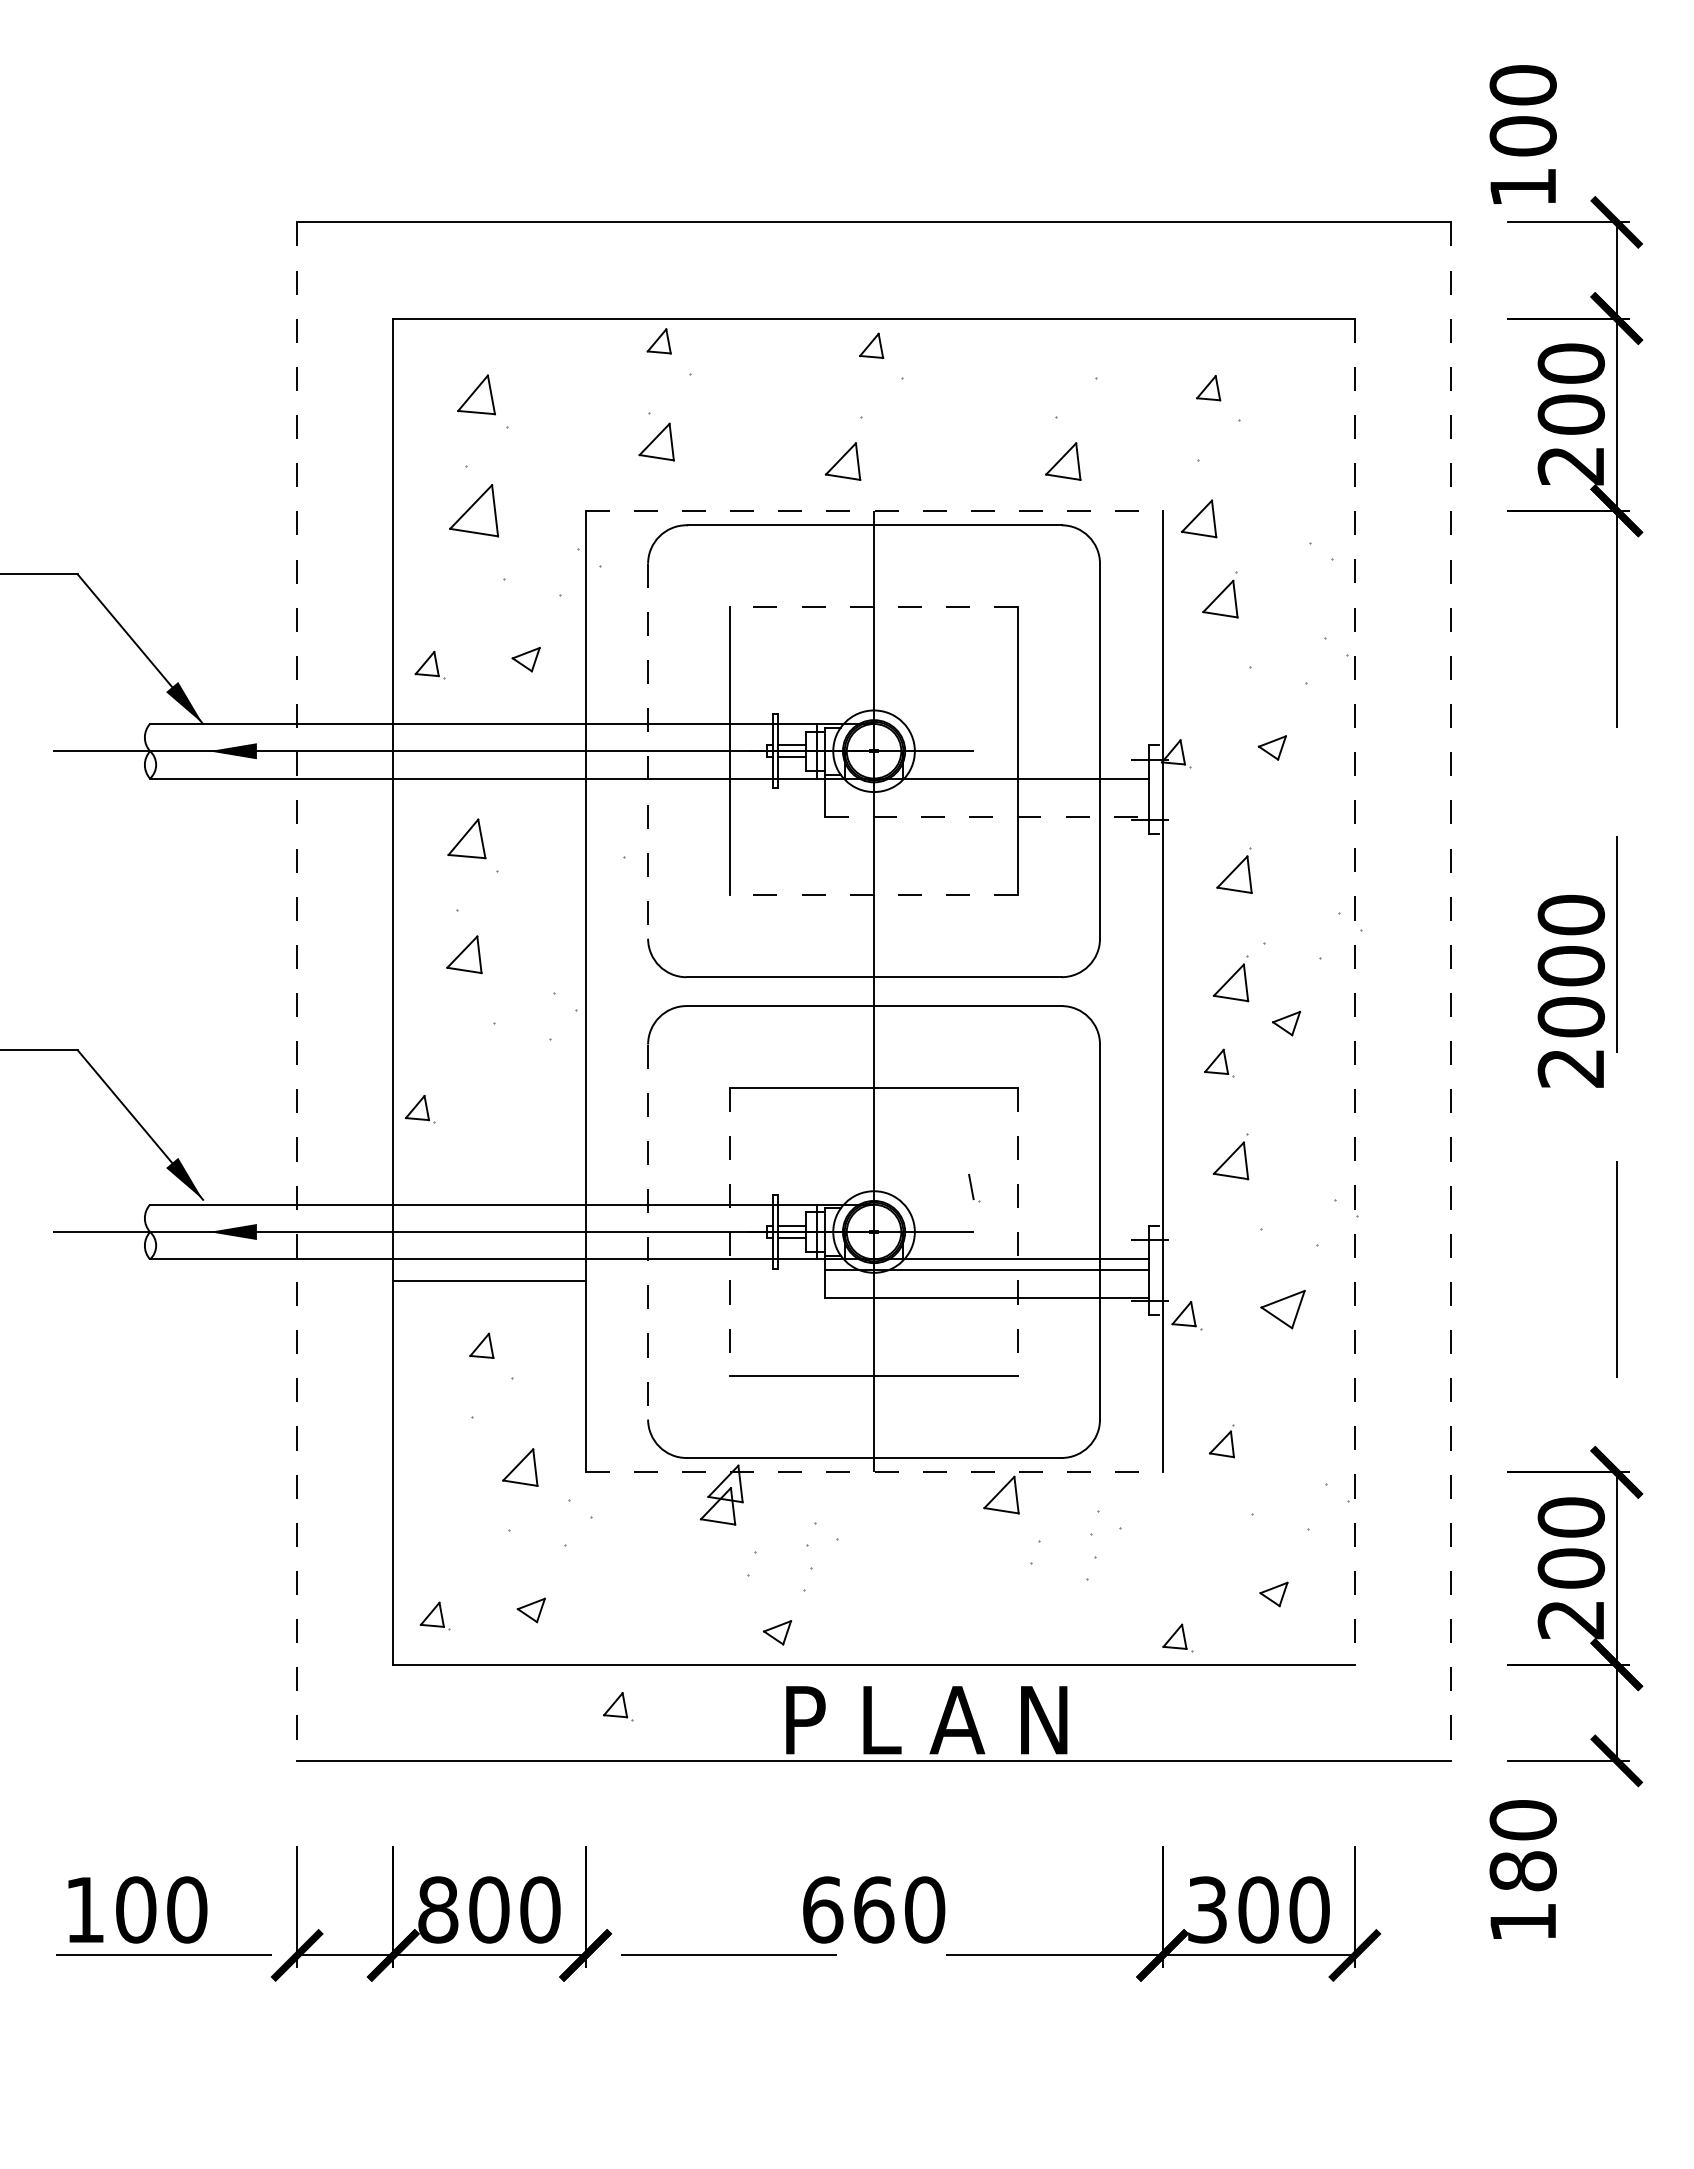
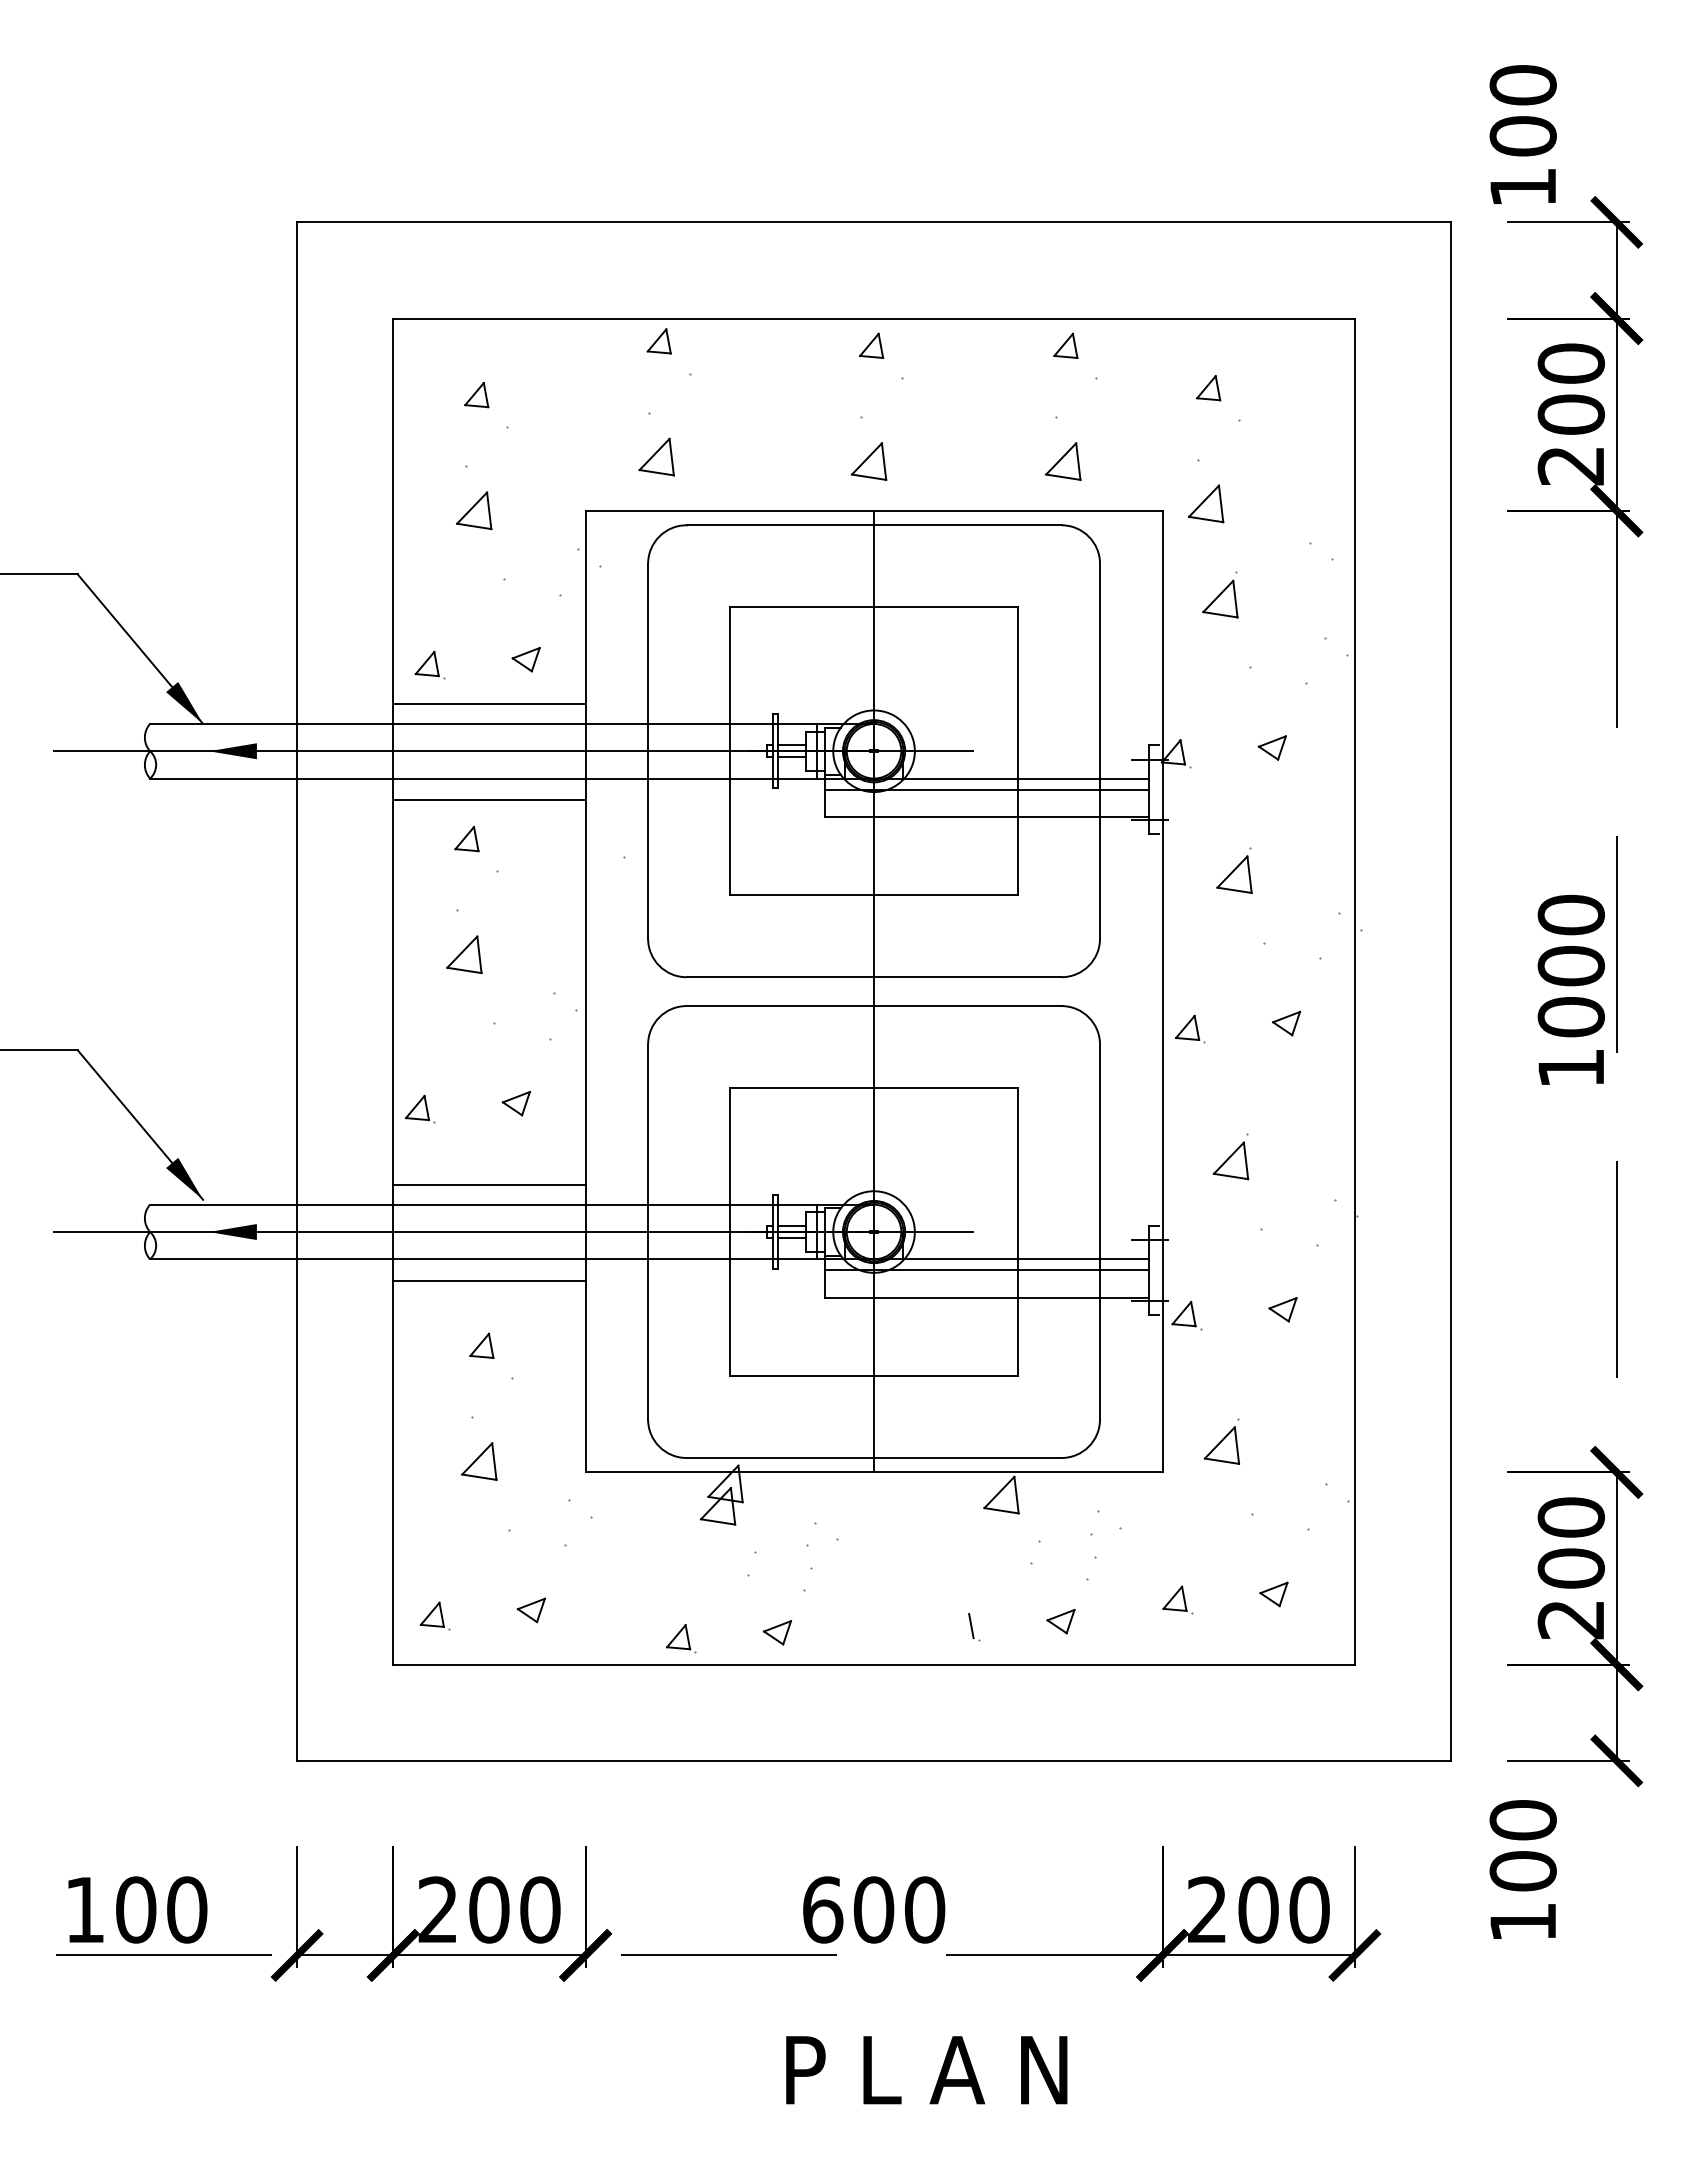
part at (1065, 345): none -> present
part at (476, 394) size: 39x42 px -> 26x27 px
part at (656, 441) position: (656, 441) -> (656, 456)
part at (842, 461) position: (842, 461) -> (868, 461)
part at (473, 510) size: 50x54 px -> 37x40 px
line at (874, 510): dashed -> solid
part at (1199, 518) position: (1199, 518) -> (1206, 503)
line at (873, 607): dashed -> solid
line at (489, 704): none -> present
line at (648, 751): dashed -> solid
line at (986, 789): none -> present
line at (489, 800): none -> present
line at (987, 817): dashed -> solid
part at (466, 838) size: 40x42 px -> 26x27 px
line at (873, 895): dashed -> solid
part at (1230, 978): present -> none
line at (297, 992): dashed -> solid
line at (1354, 992): dashed -> solid
line at (1451, 992): dashed -> solid
part at (1219, 1062) position: (1219, 1062) -> (1190, 1028)
text at (1570, 1068): 2000 -> 1000
part at (515, 1103): none -> present
line at (489, 1184): none -> present
part at (974, 1188) position: (974, 1188) -> (974, 1627)
line at (648, 1232): dashed -> solid
line at (729, 1232): dashed -> solid
line at (1018, 1232): dashed -> solid
part at (1282, 1309) size: 46x40 px -> 30x26 px
part at (1221, 1441) size: 27x35 px -> 38x47 px
part at (520, 1467) position: (520, 1467) -> (479, 1461)
line at (874, 1472): dashed -> solid
part at (1060, 1621): none -> present
part at (1177, 1637) position: (1177, 1637) -> (1177, 1599)
part at (618, 1706) position: (618, 1706) -> (681, 1638)
text at (926, 1720) position: (926, 1720) -> (926, 2070)
text at (1522, 1871): 180 -> 100
text at (438, 1909): 800 -> 200
text at (873, 1909): 660 -> 600
text at (1207, 1909): 300 -> 200
